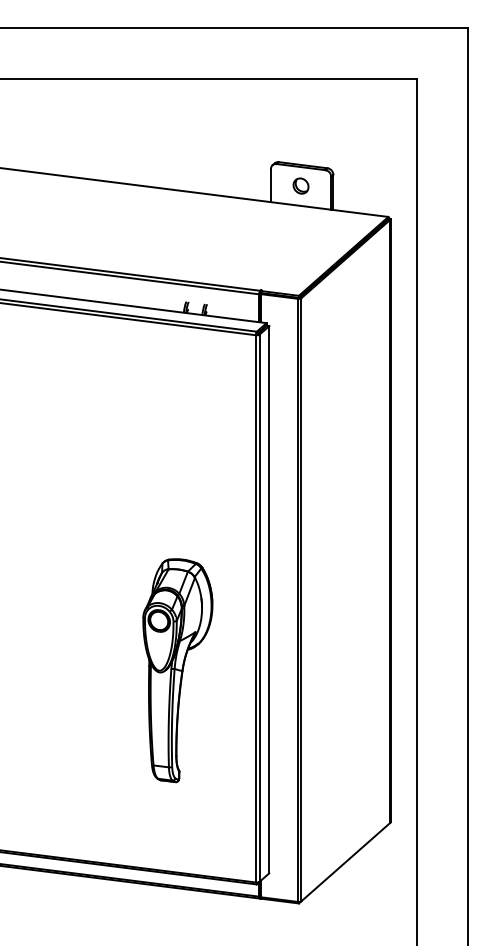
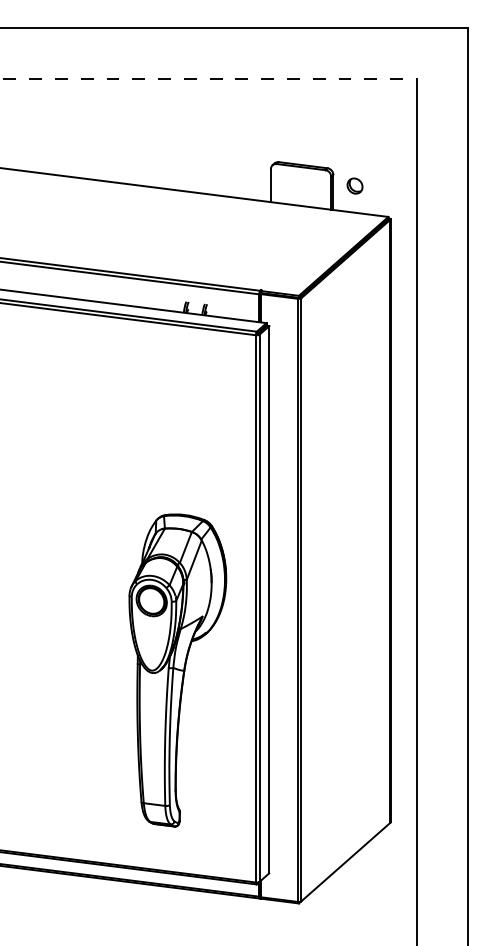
line at (208, 79): solid -> dashed
part at (300, 185) position: (300, 185) -> (354, 185)
part at (177, 670) size: 72x226 px -> 100x315 px
